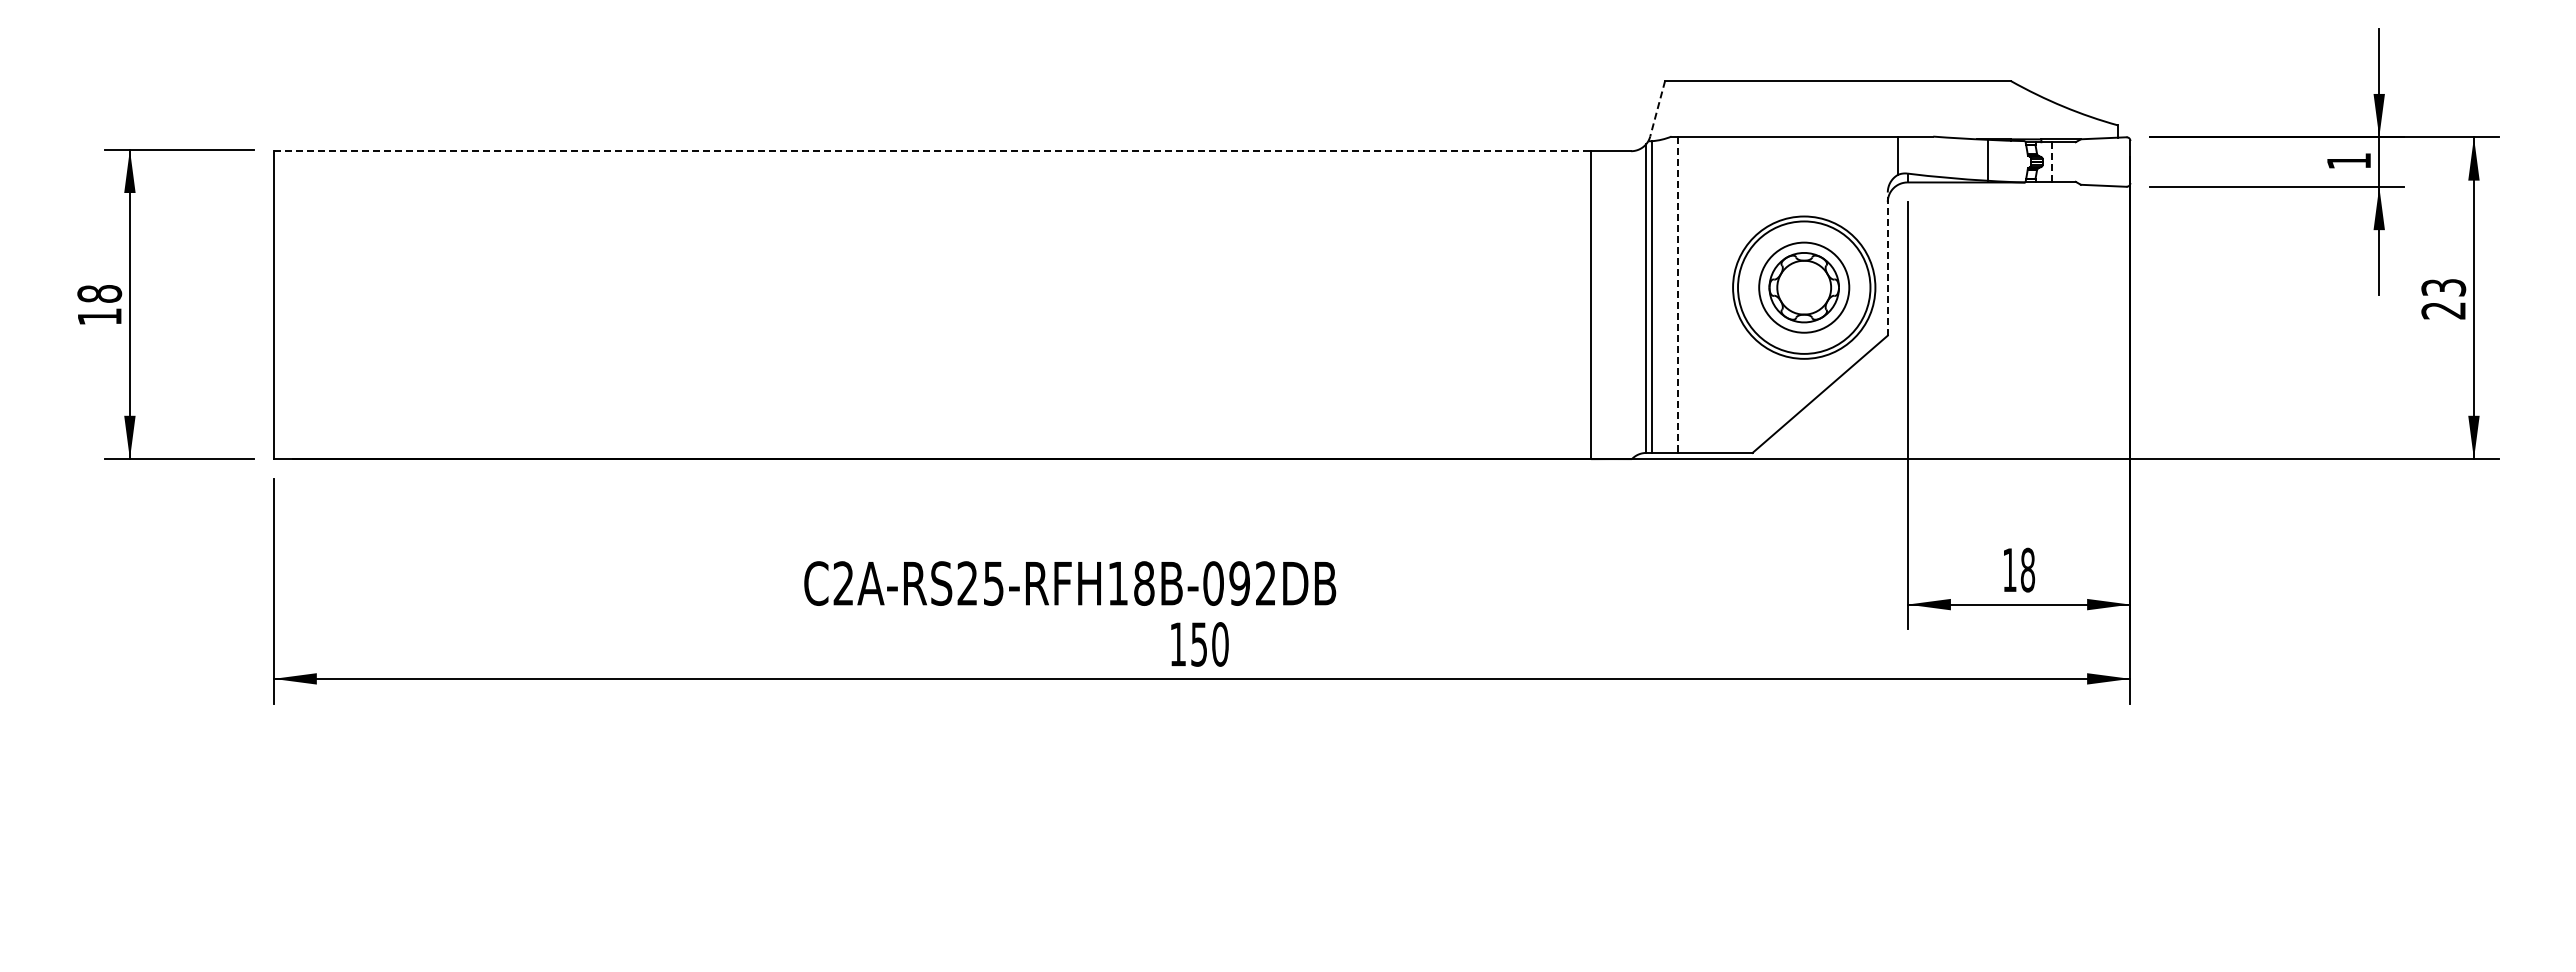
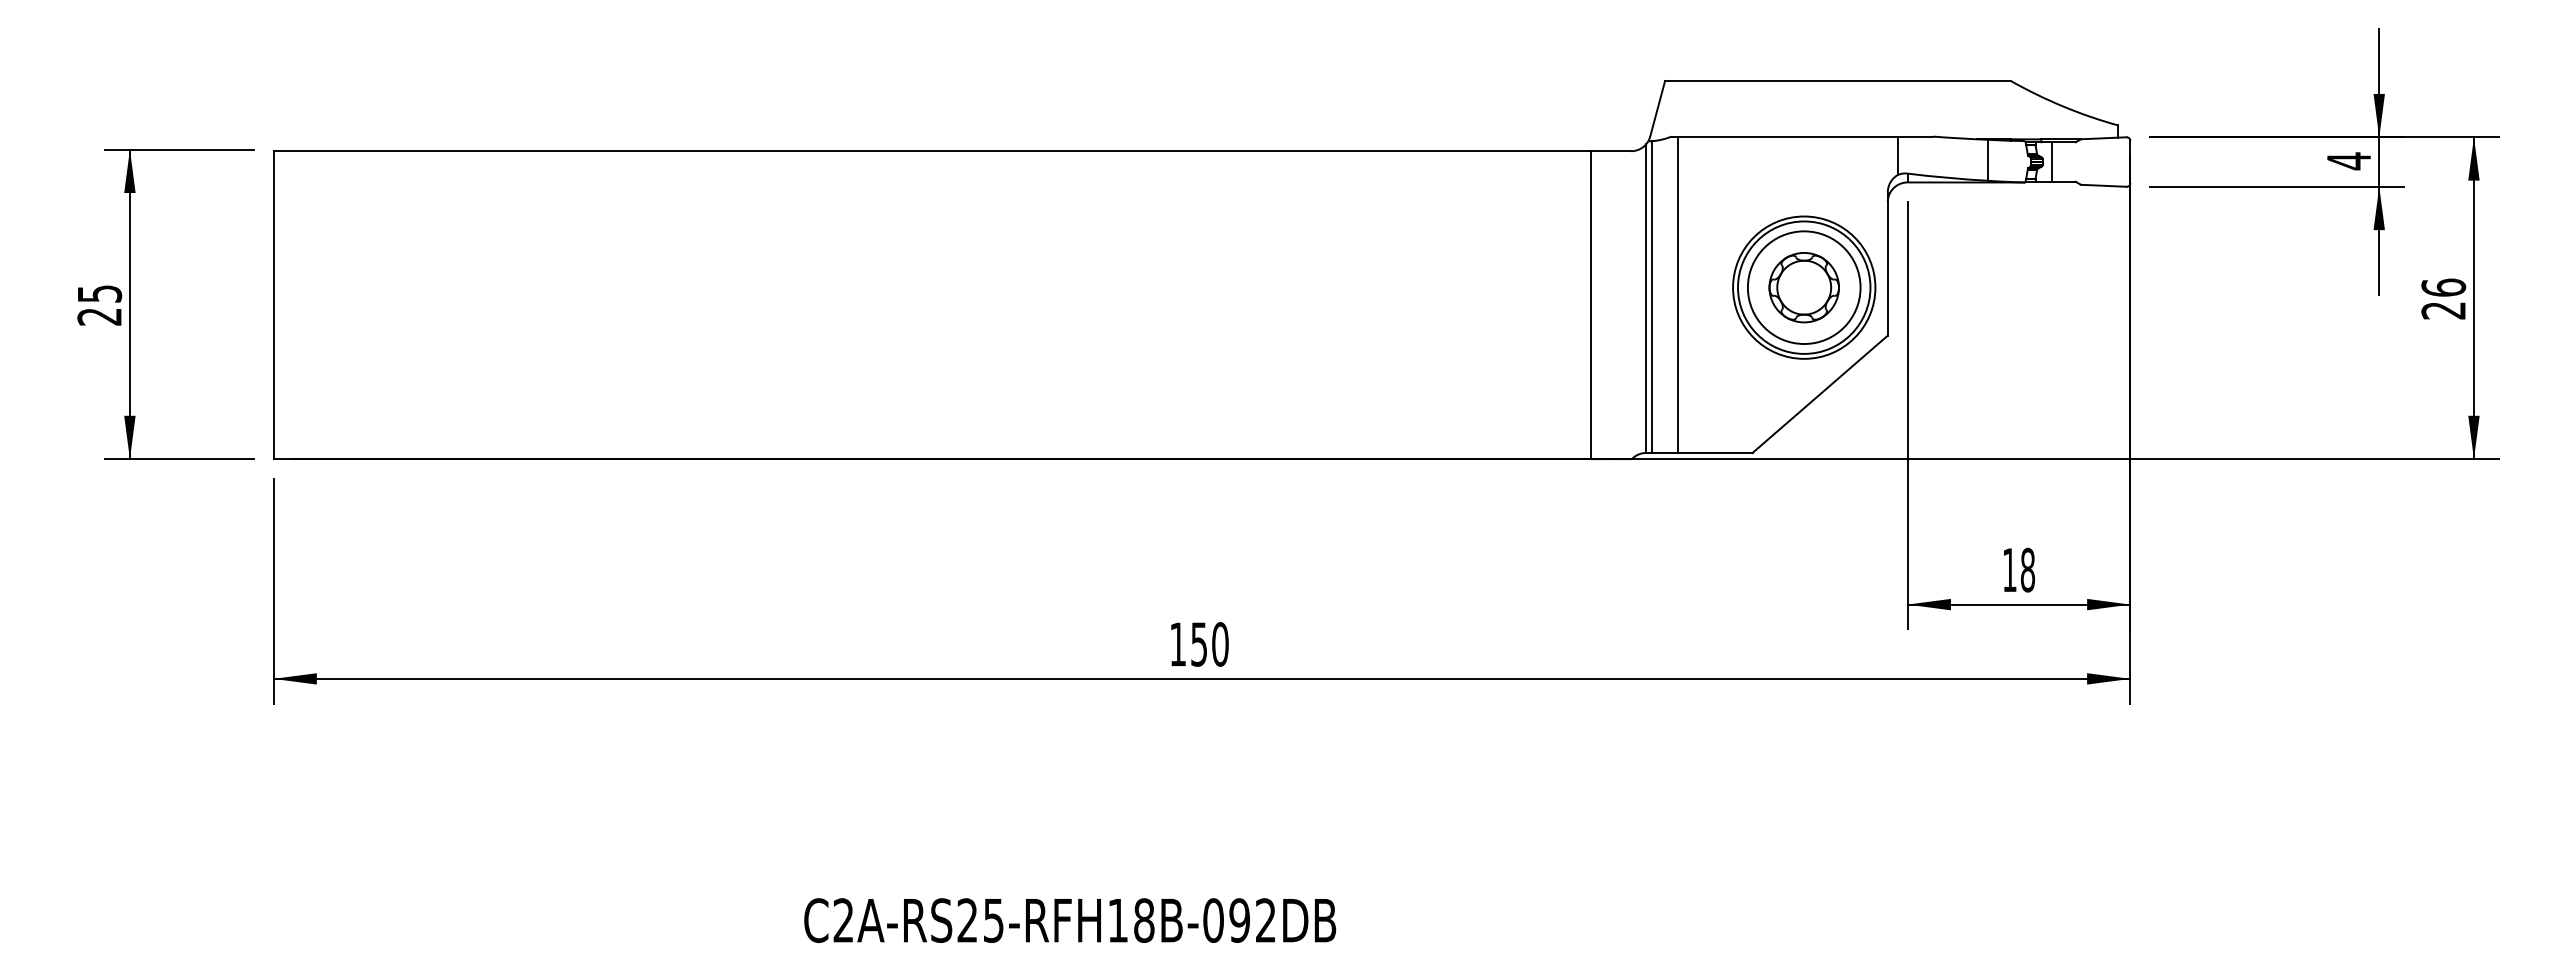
line at (1657, 108): dashed -> solid
line at (932, 151): dashed -> solid
text at (2348, 161): 1 -> 4
line at (2051, 162): dashed -> solid
line at (1887, 264): dashed -> solid
circle at (1804, 287) diameter: 90 px -> 113 px
text at (2443, 287): 23 -> 26
line at (1678, 295): dashed -> solid
text at (99, 305): 18 -> 25
text at (1070, 583) position: (1070, 583) -> (1070, 920)
